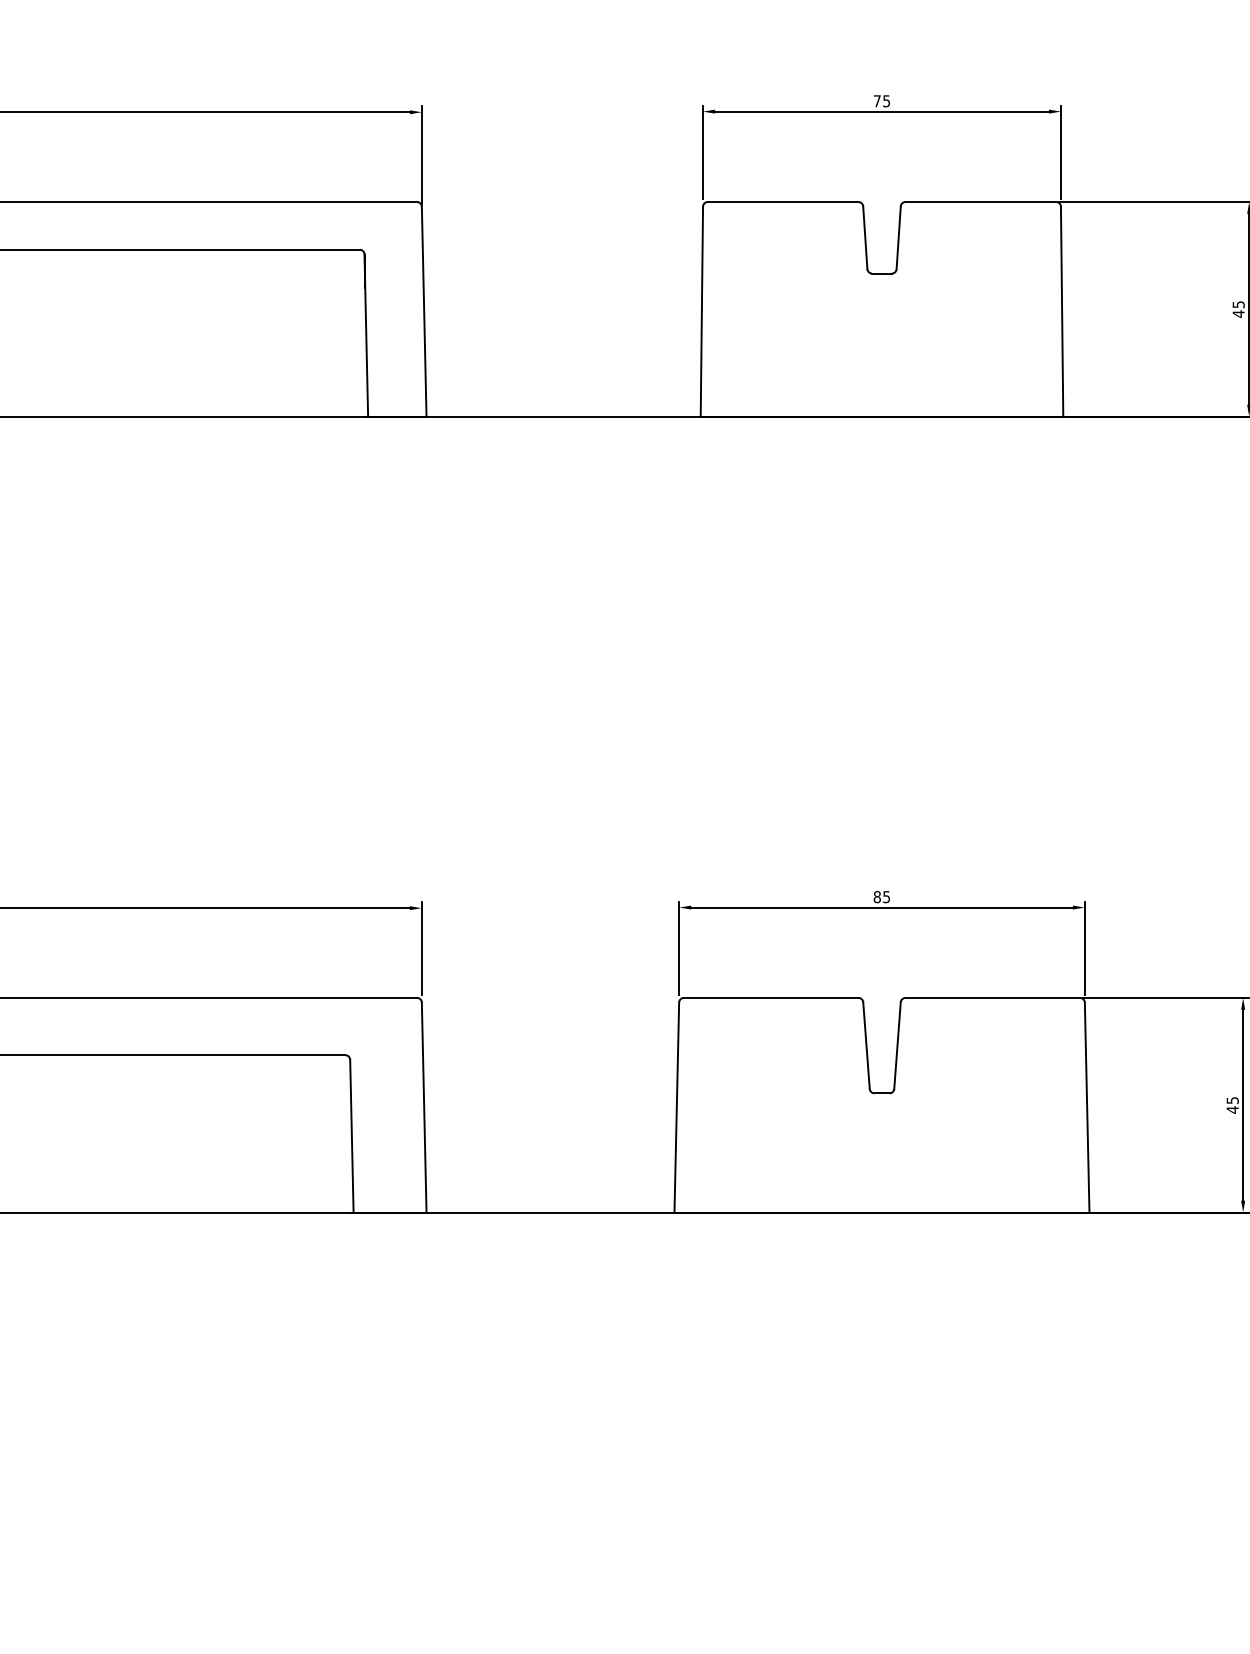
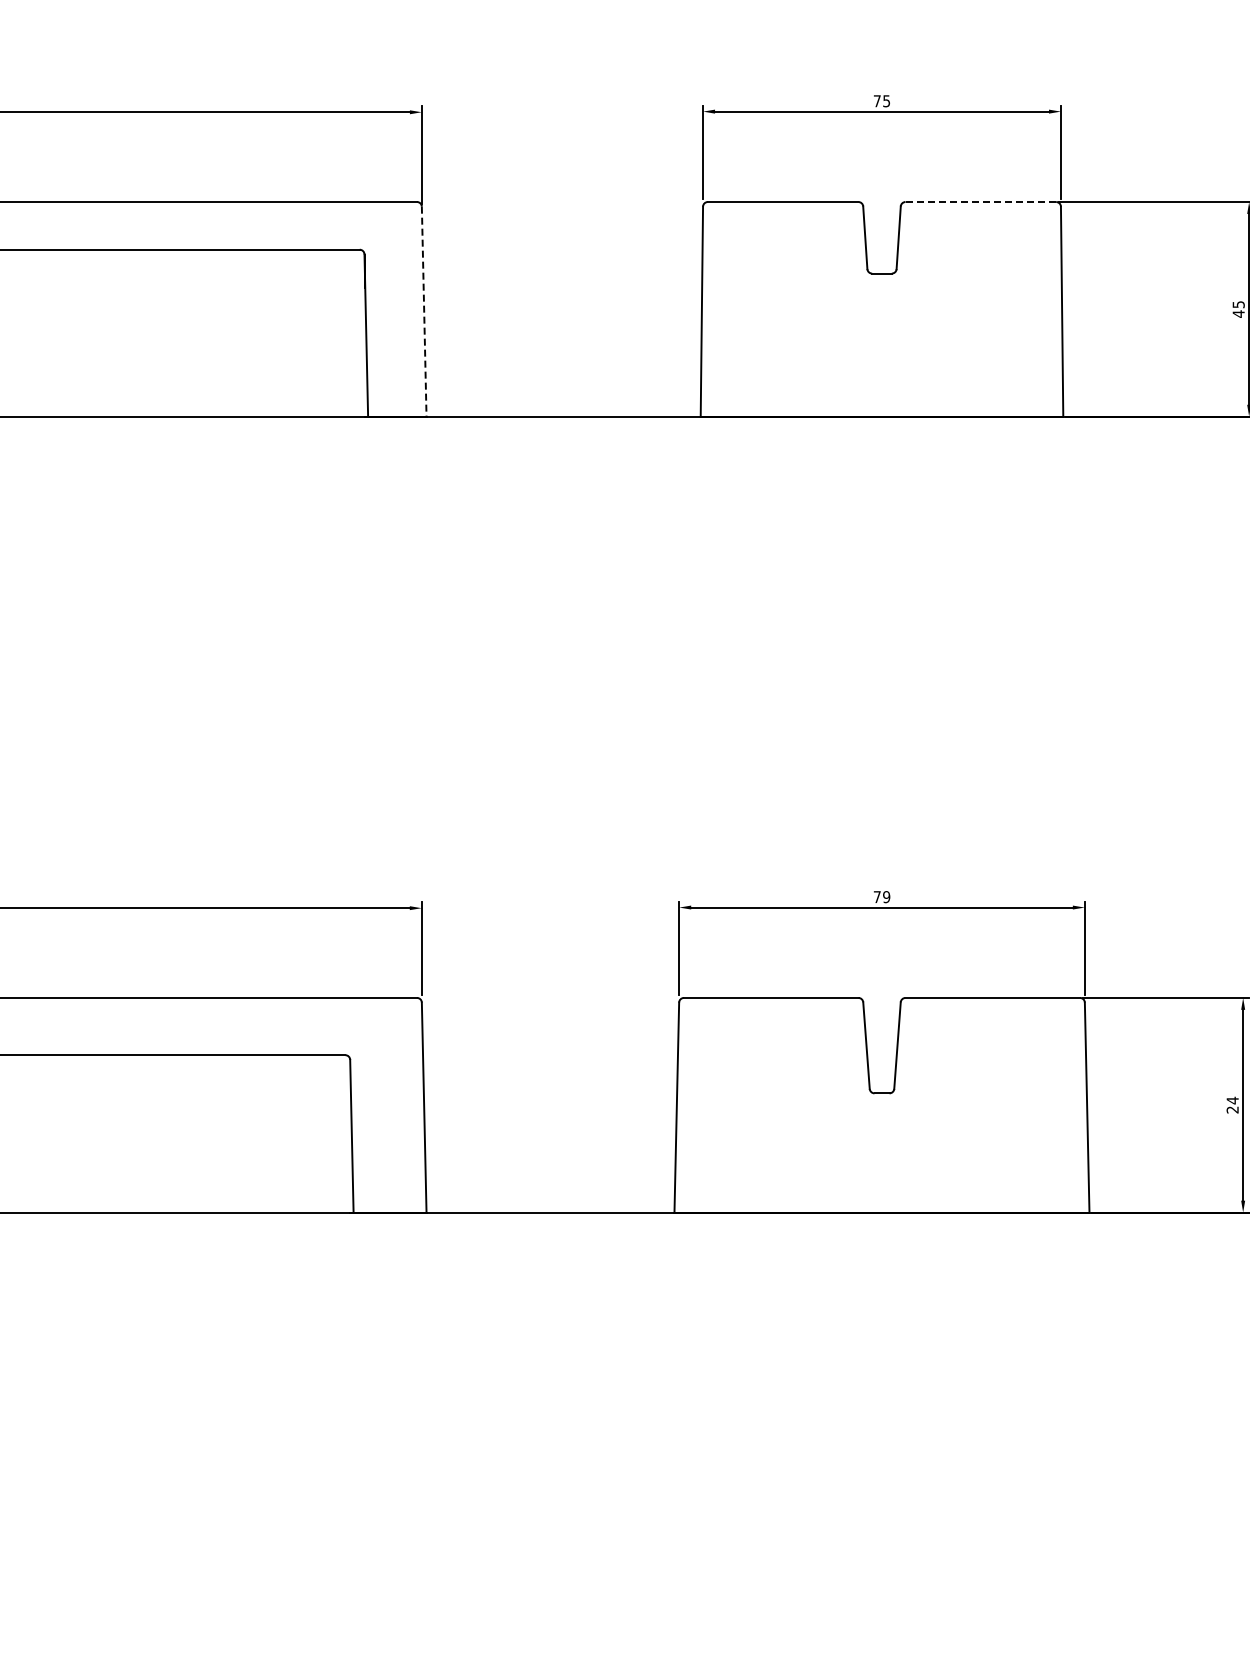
line at (981, 202): solid -> dashed
line at (424, 312): solid -> dashed
text at (881, 897): 85 -> 79
text at (1232, 1104): 45 -> 24
